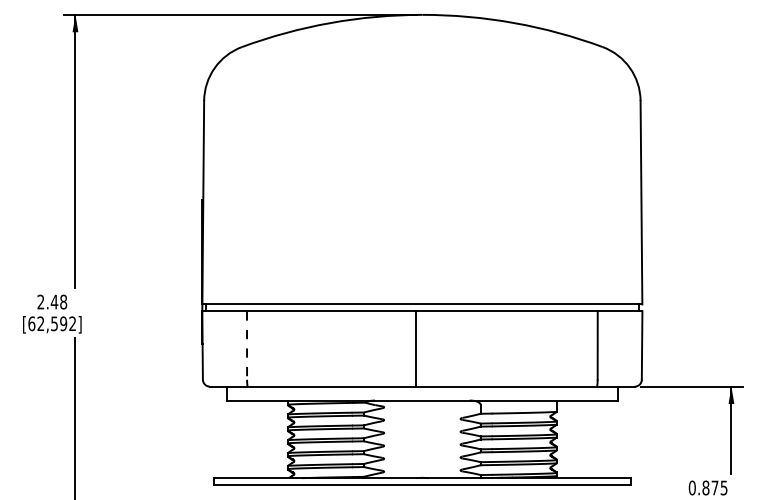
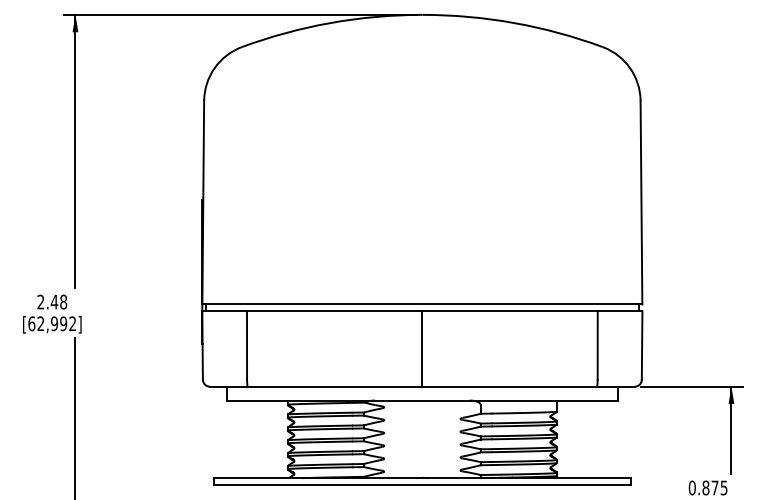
text at (54, 323): [62,592] -> [62,992]
line at (247, 346): dashed -> solid
line at (416, 348) position: (416, 348) -> (422, 348)
